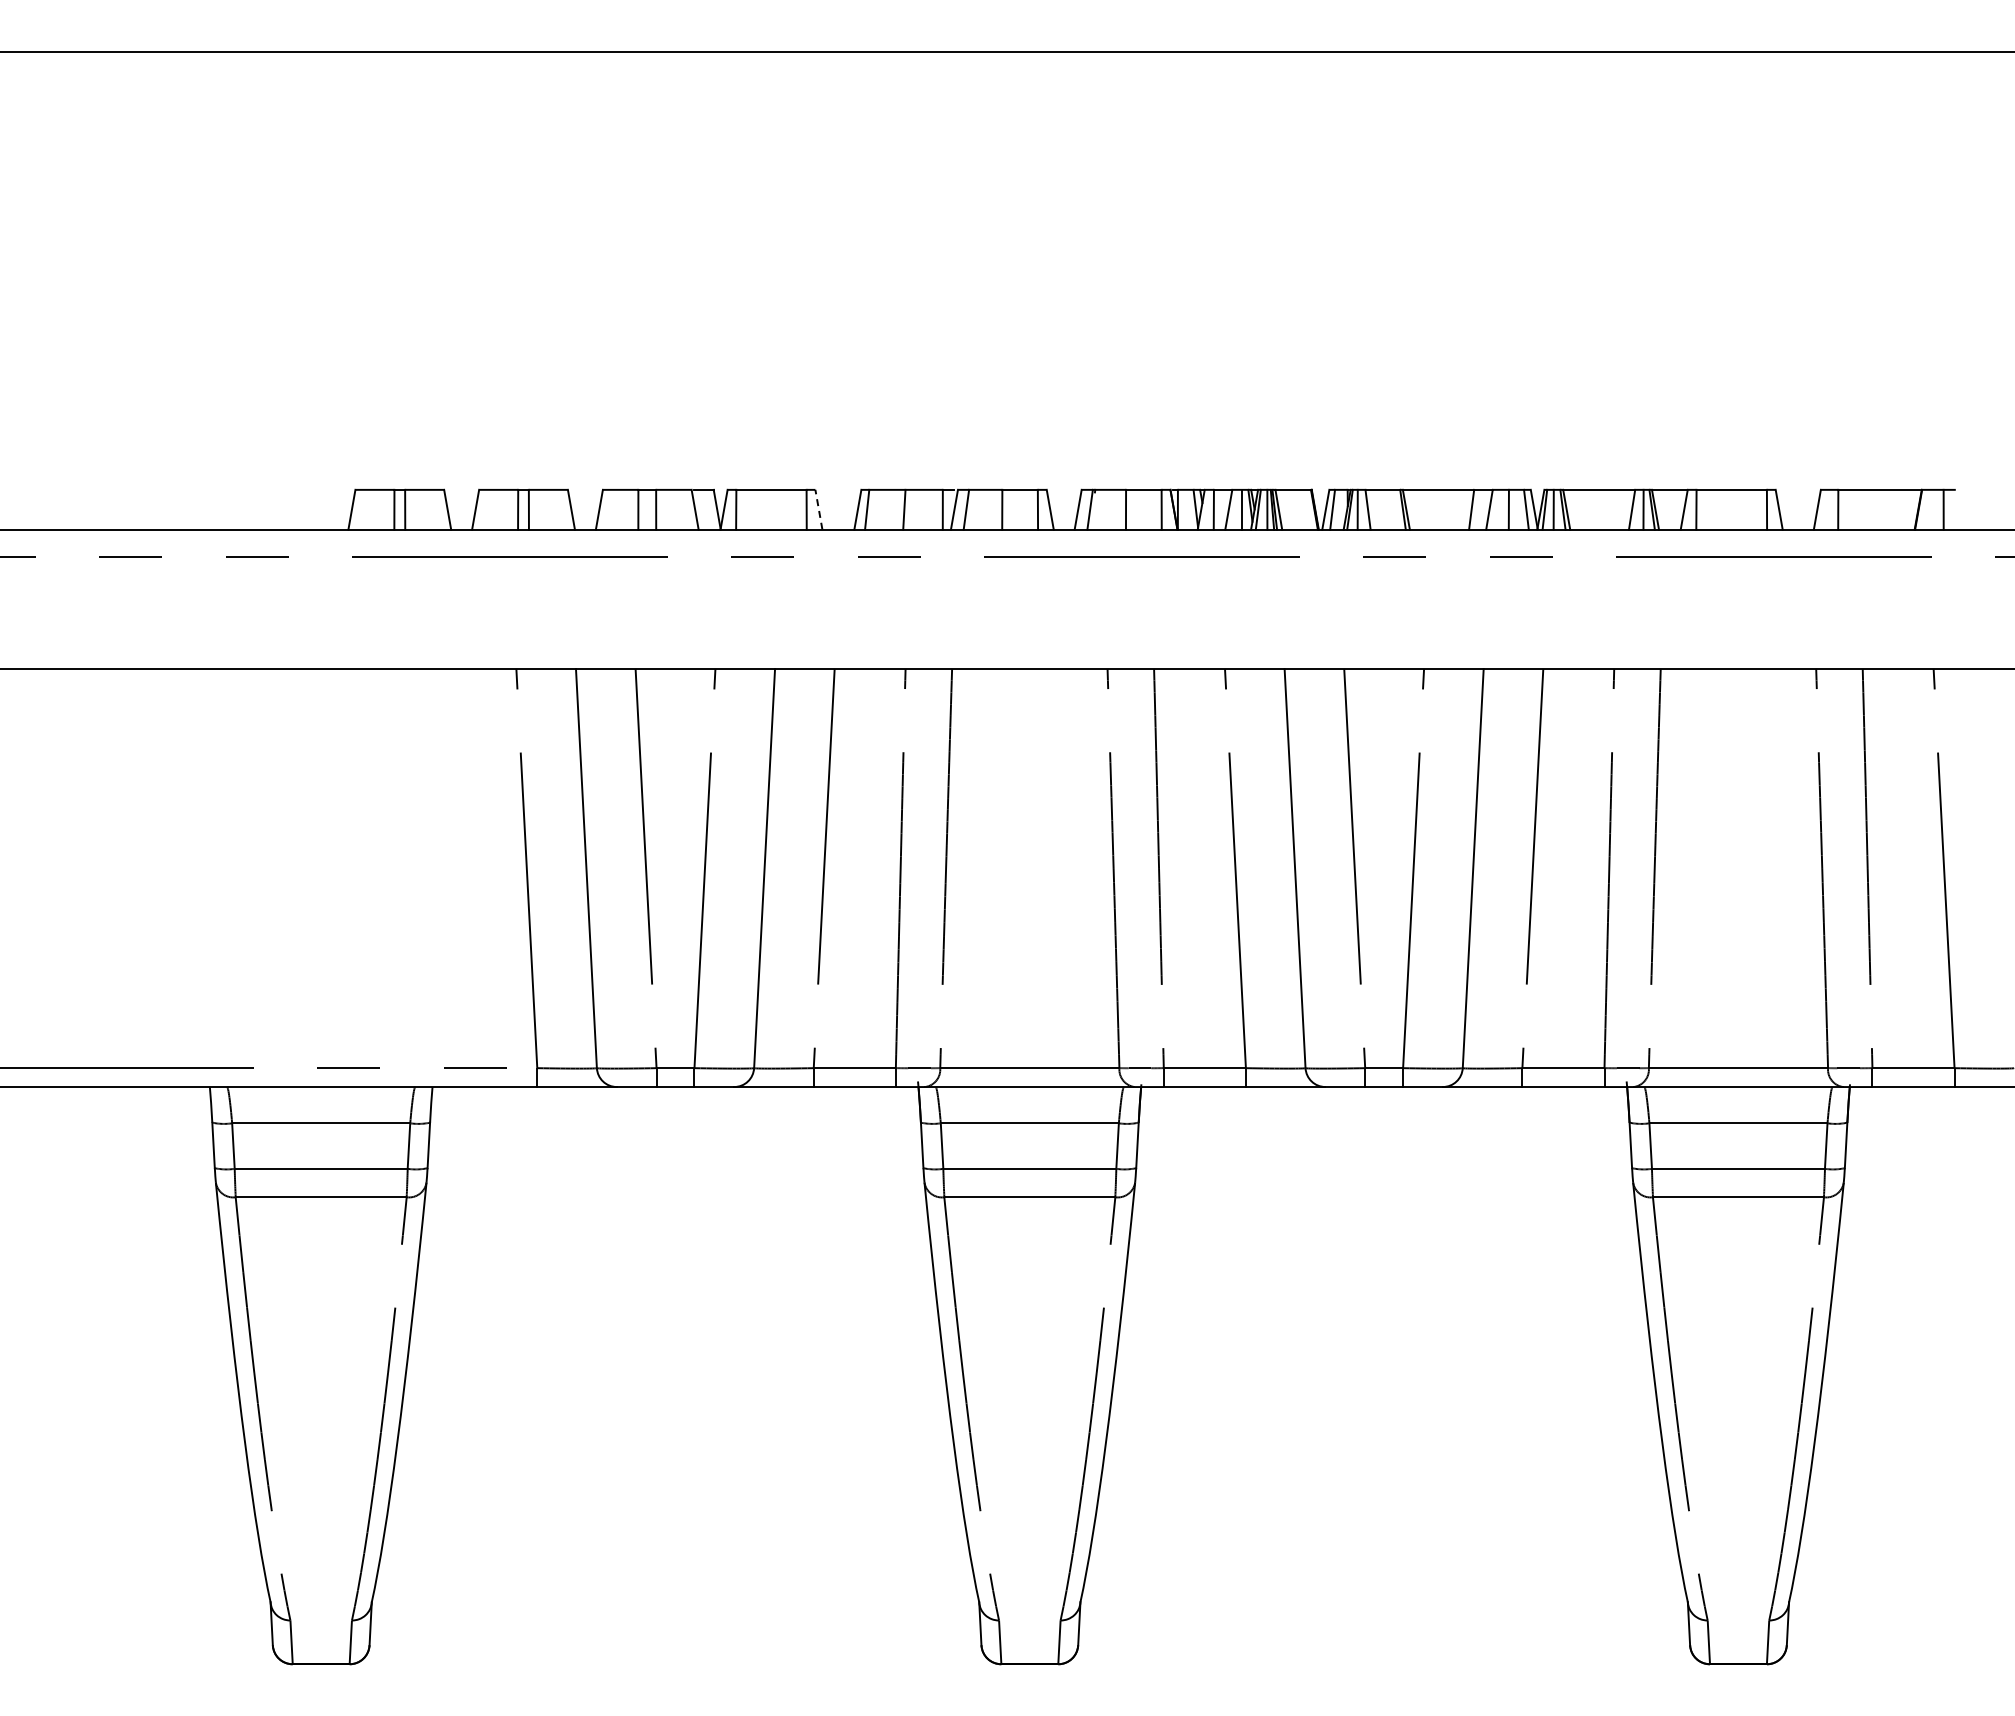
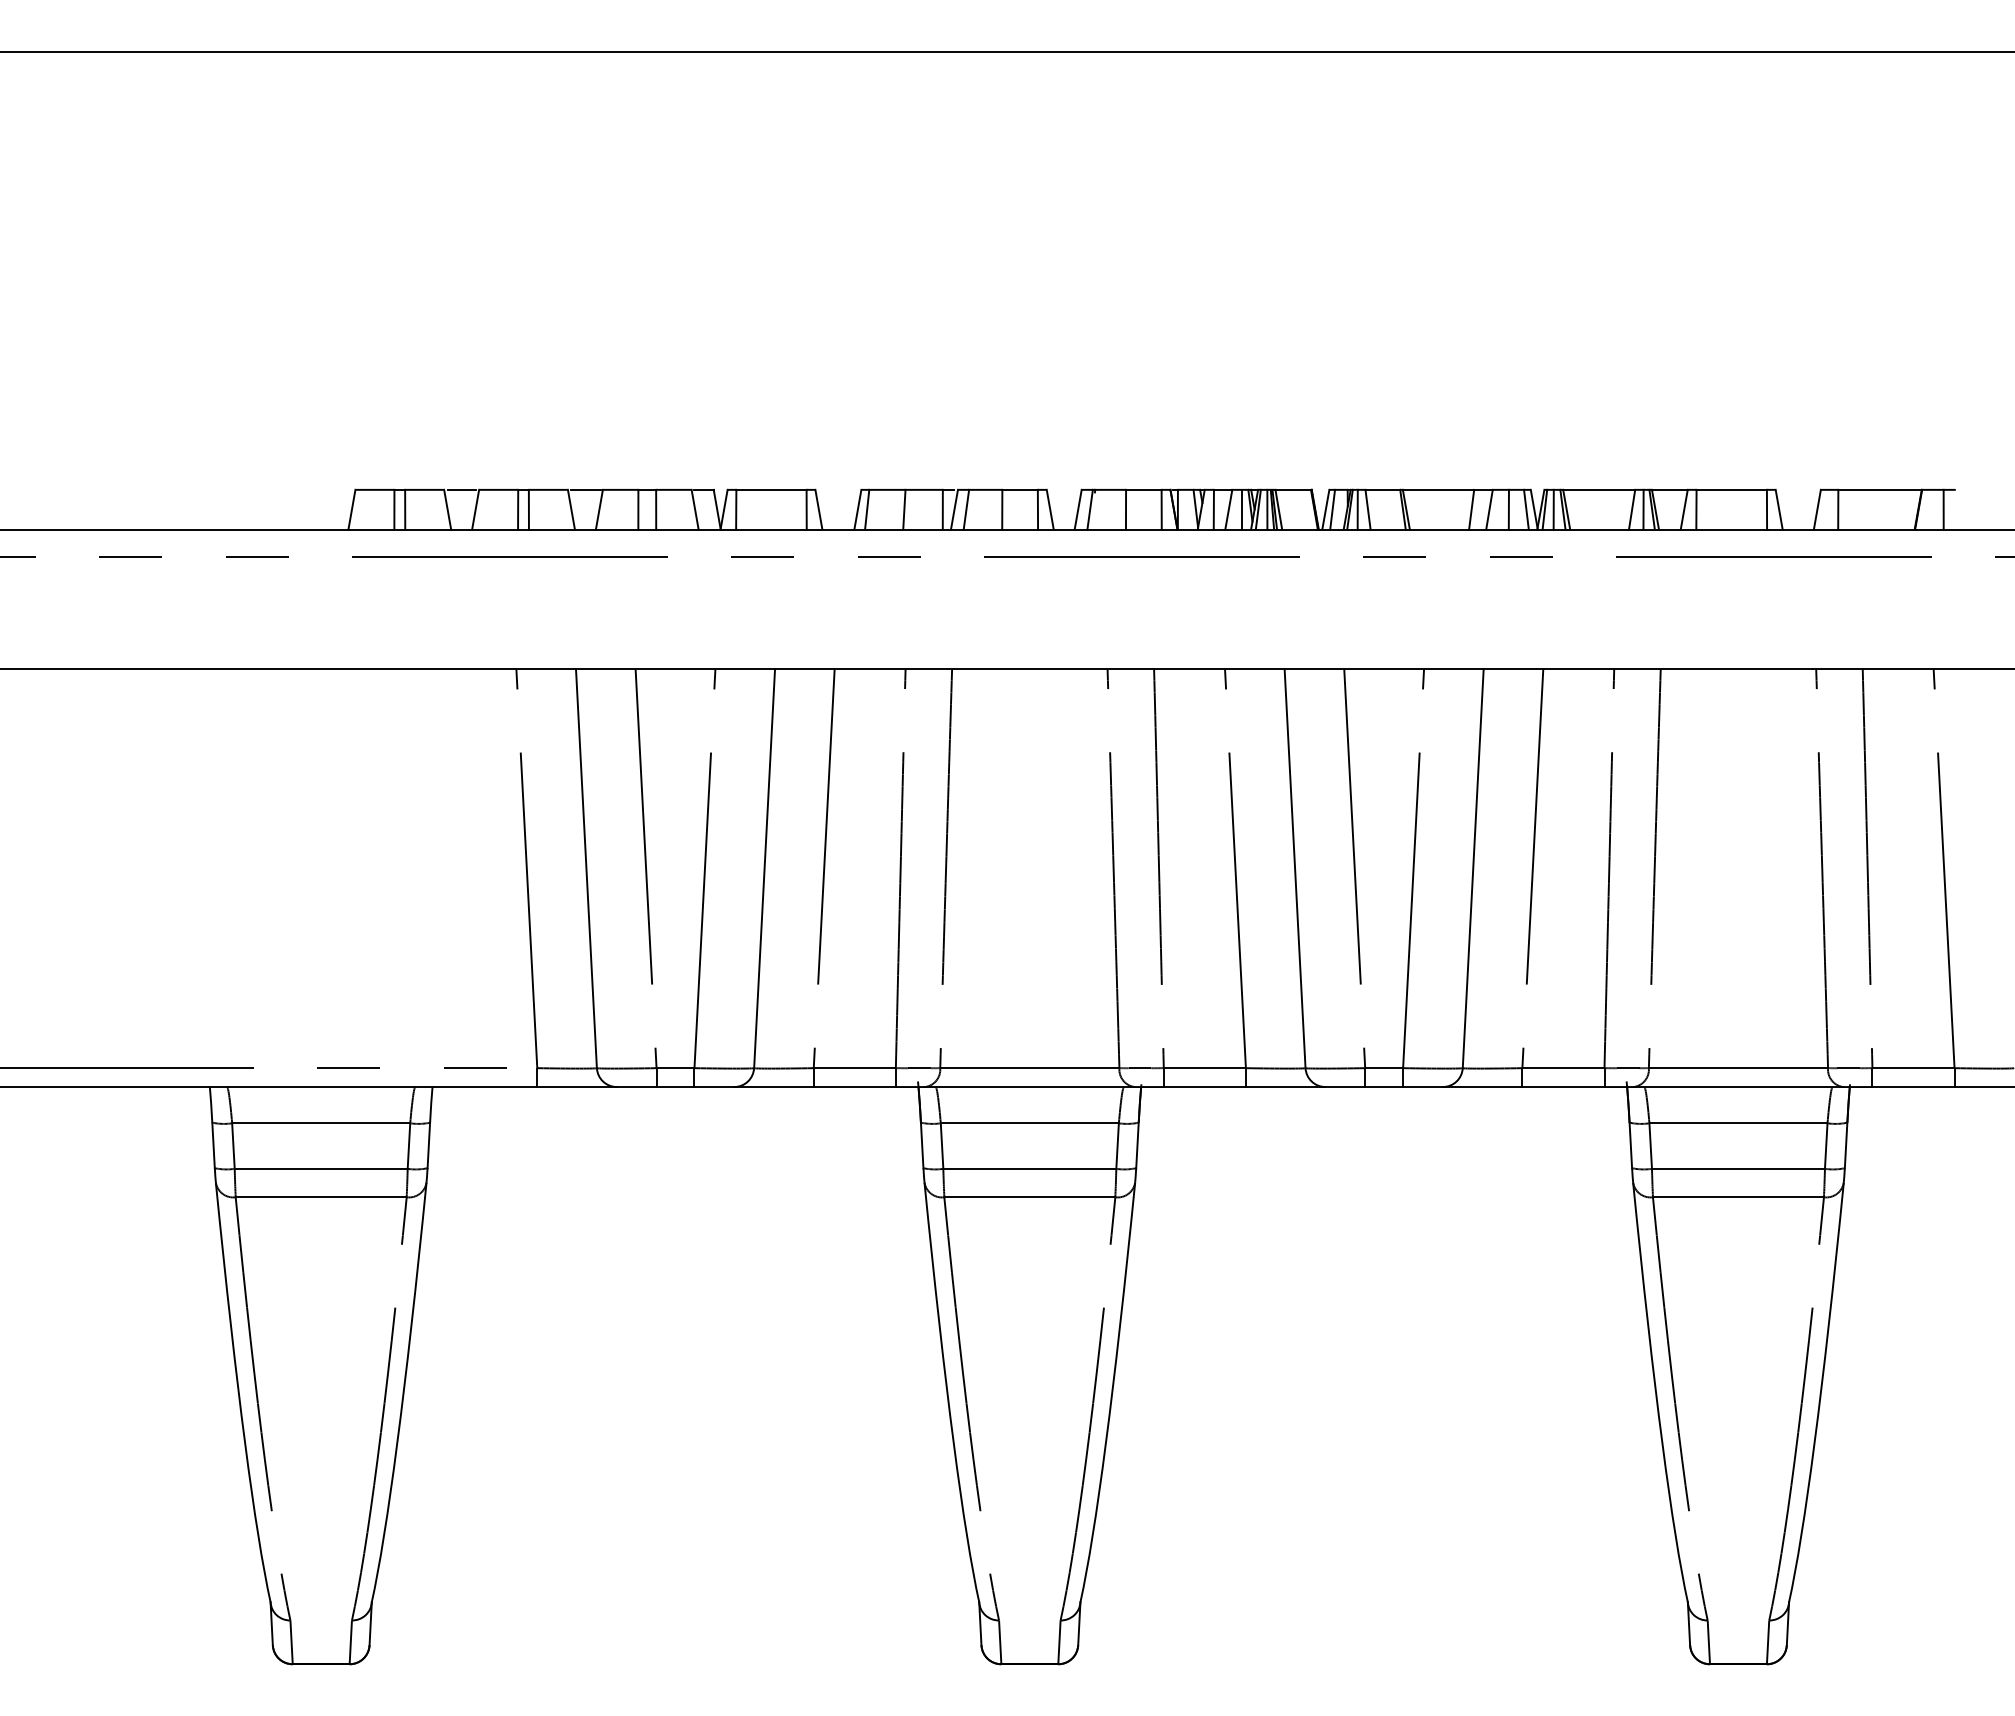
line at (461, 489): none -> present
line at (585, 489): none -> present
line at (818, 509): dashed -> solid
